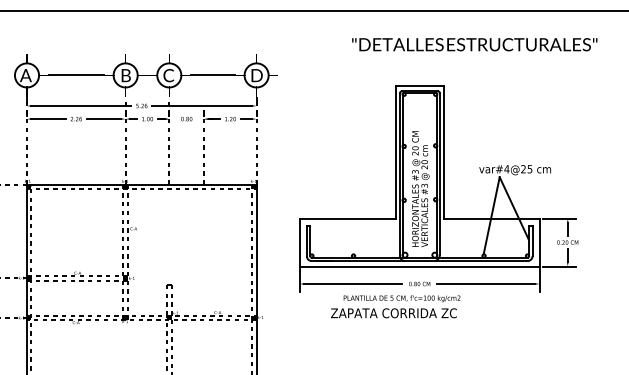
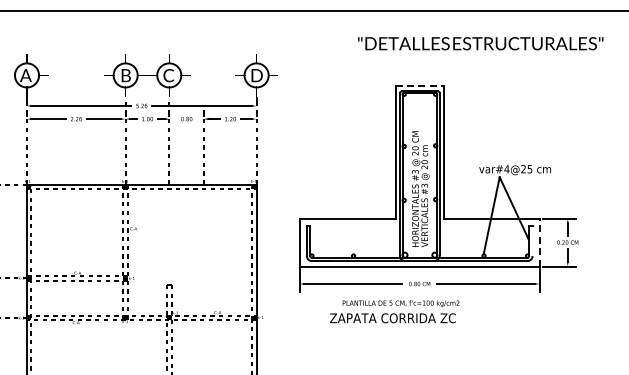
text at (474, 44) position: (474, 44) -> (480, 43)
line at (75, 75): present -> none
line at (212, 75): present -> none
line at (420, 85): solid -> dashed
line at (532, 241): present -> none
line at (539, 242): solid -> dashed
text at (395, 306) position: (395, 306) -> (394, 311)
